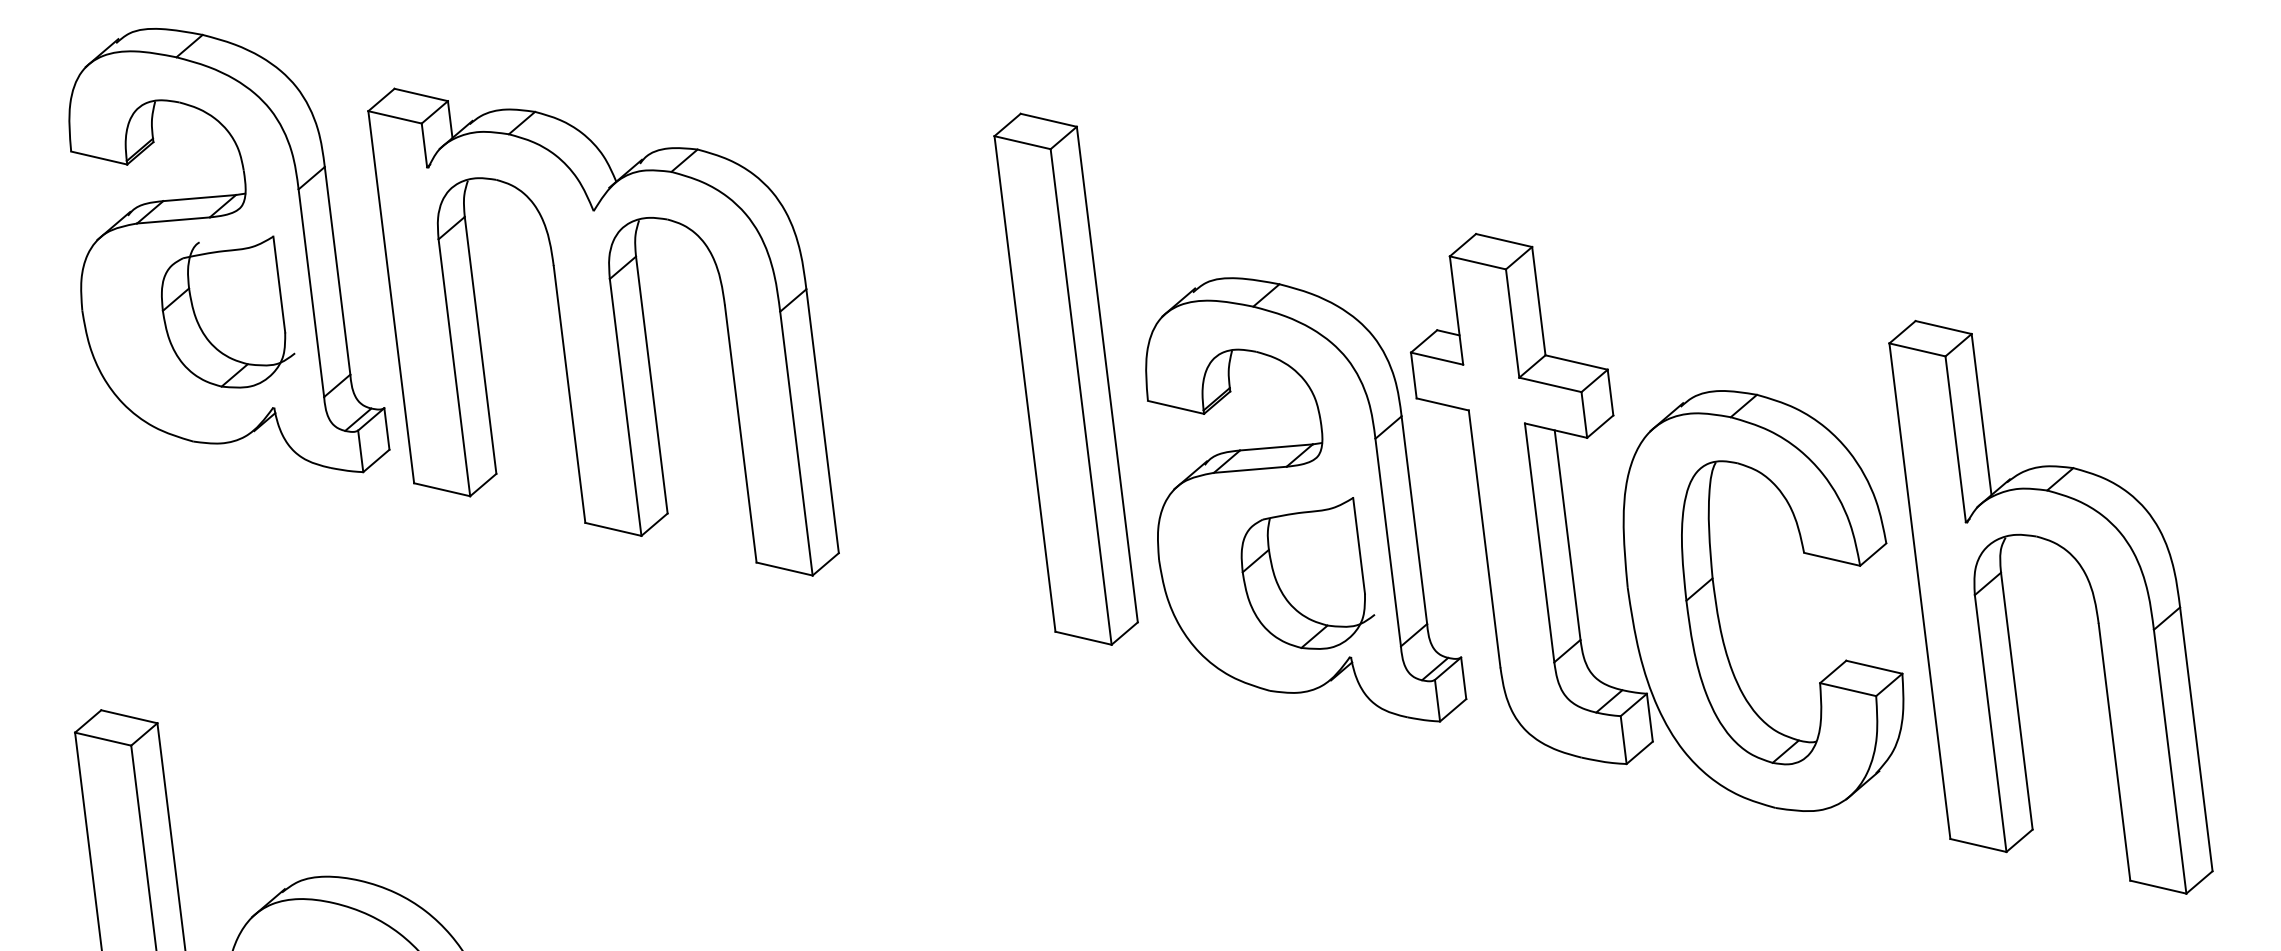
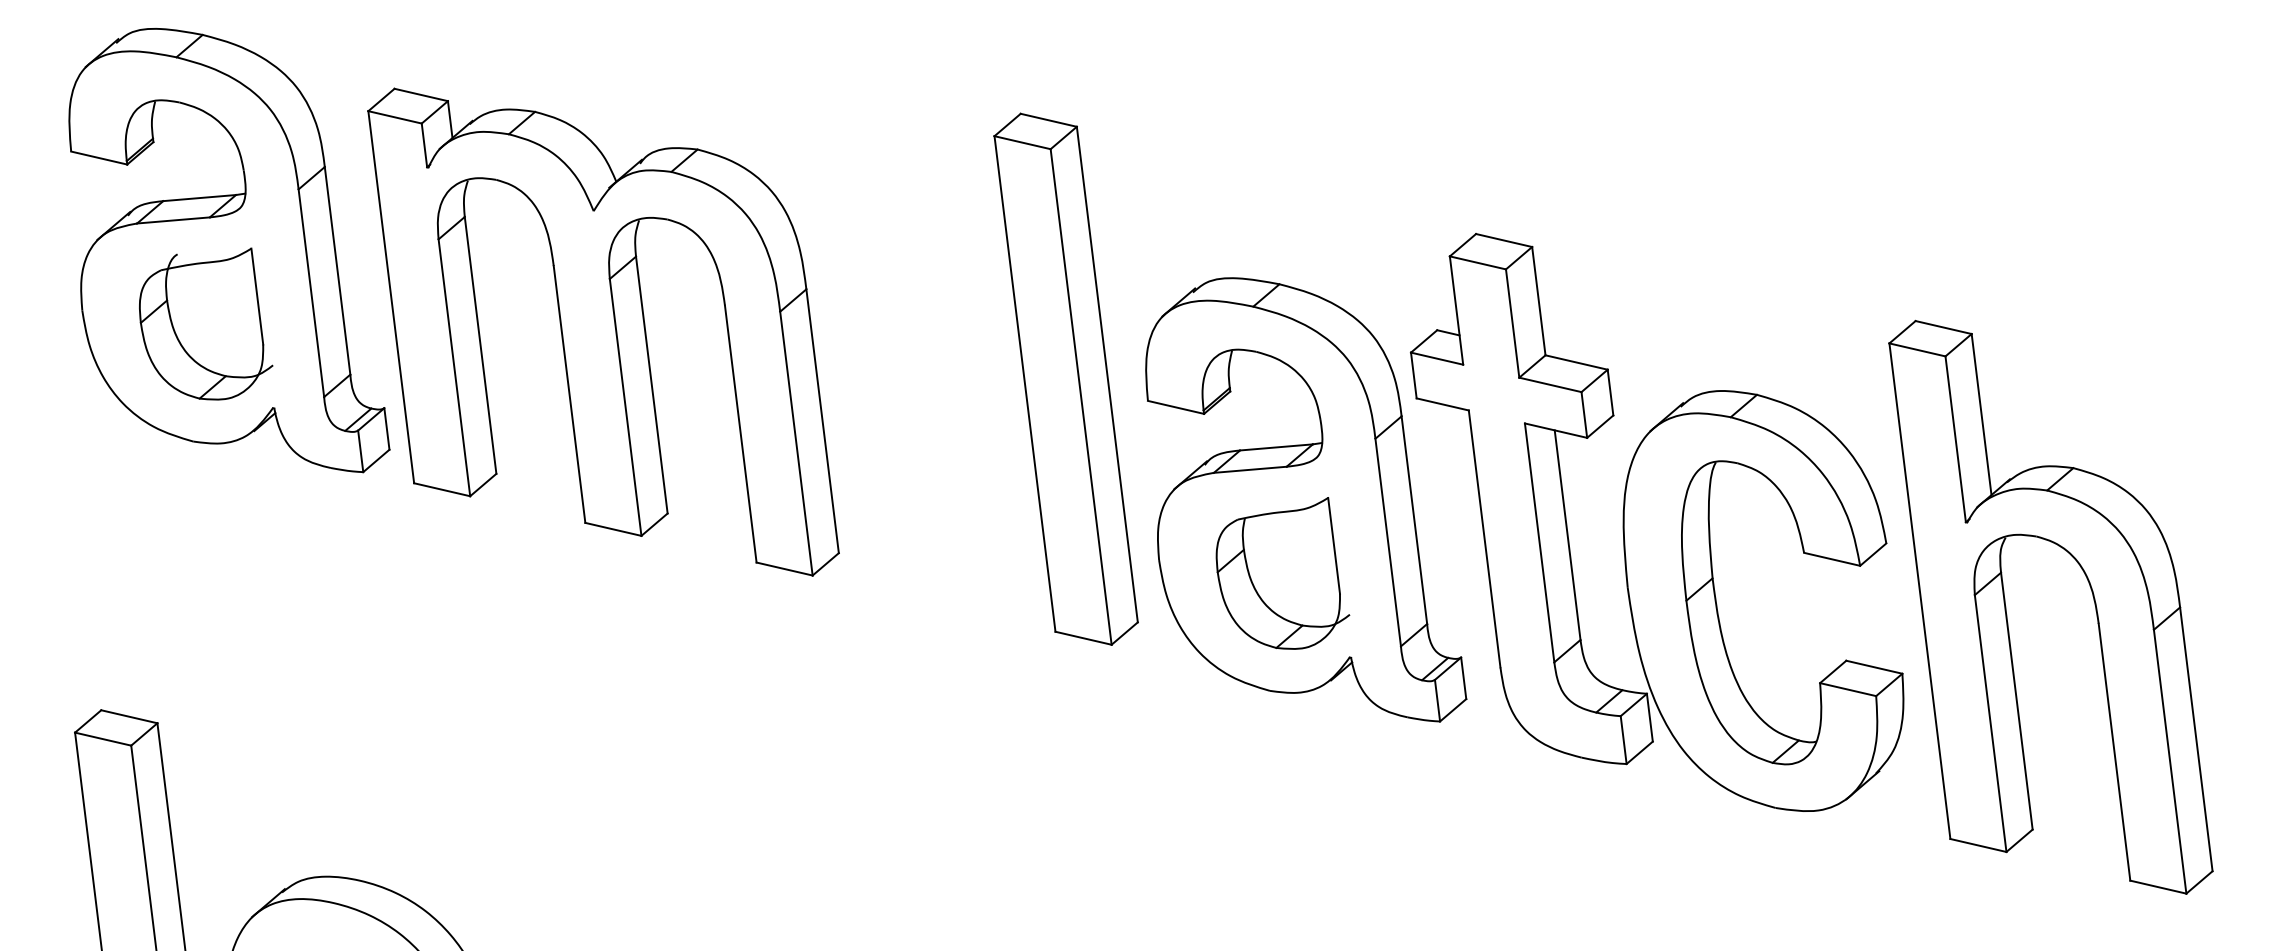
part at (228, 311) position: (228, 311) -> (206, 323)
part at (1307, 573) position: (1307, 573) -> (1282, 573)
